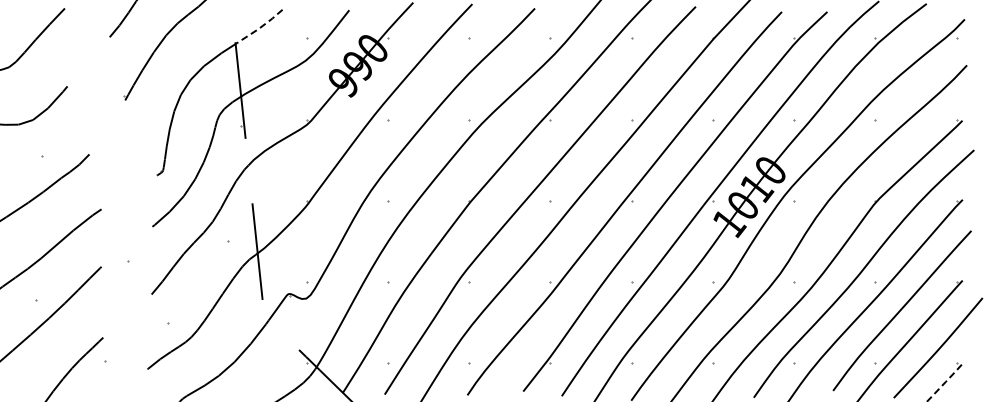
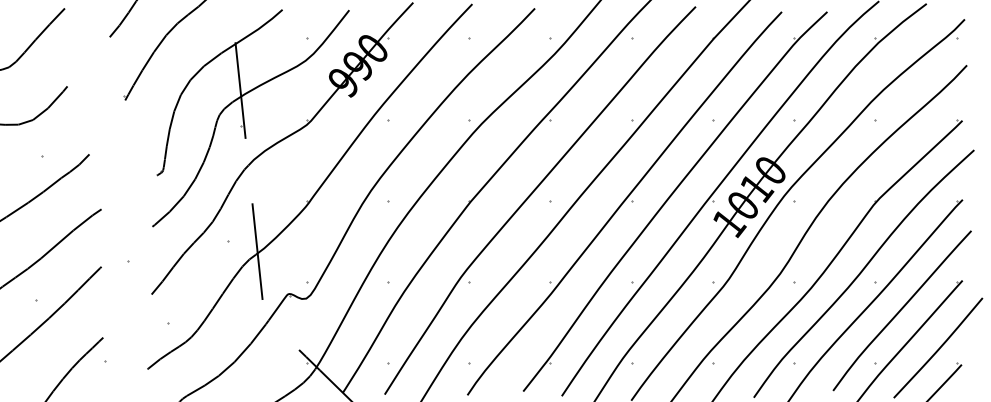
line at (260, 27): dashed -> solid
line at (945, 382): dashed -> solid
